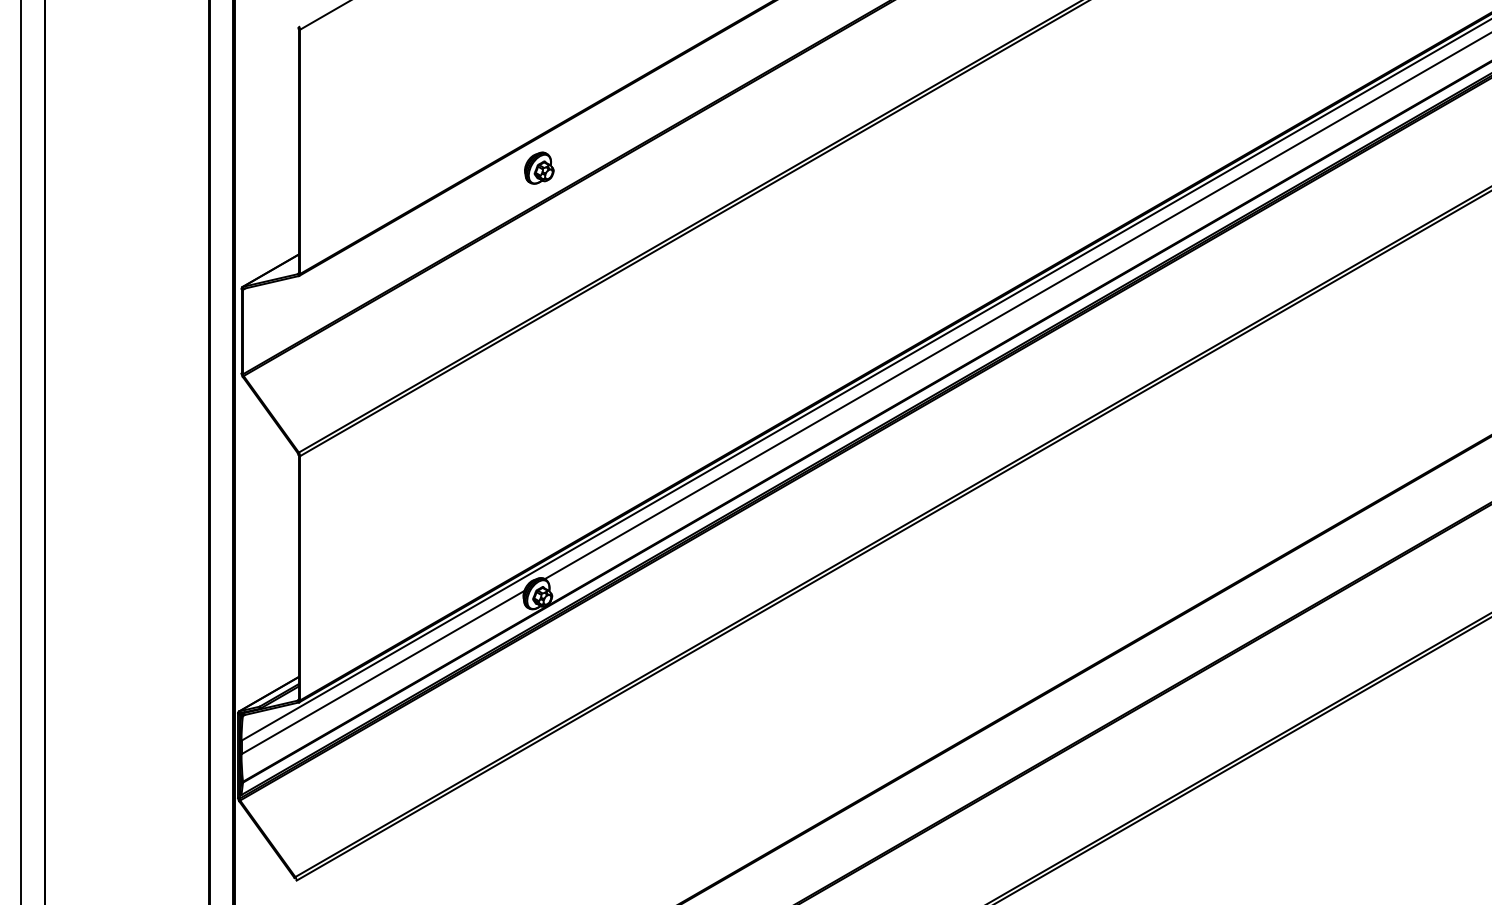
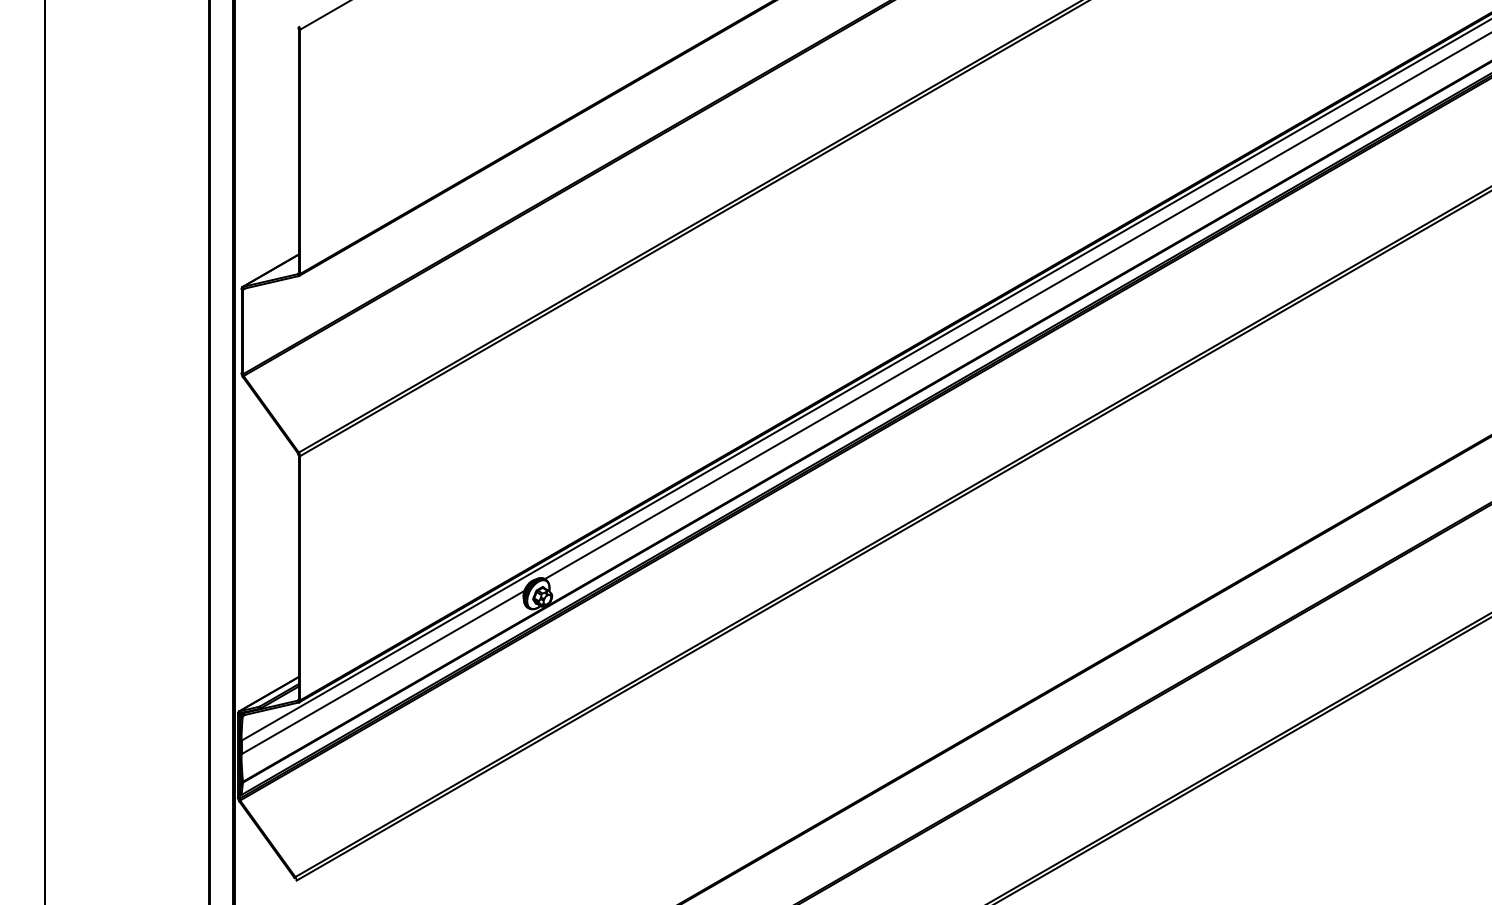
part at (539, 167): present -> none
line at (21, 451): present -> none
